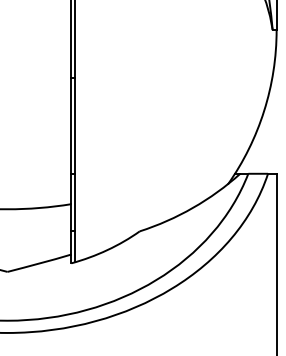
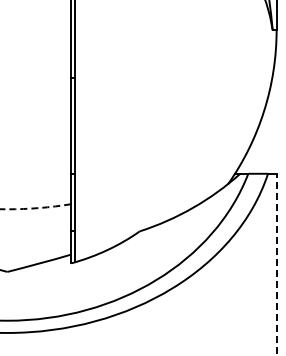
arc at (36, 208): solid -> dashed
line at (276, 264): solid -> dashed
